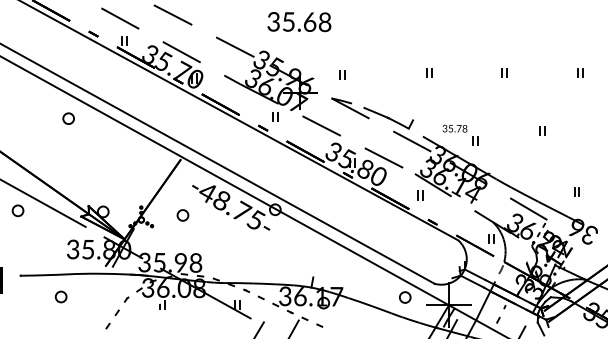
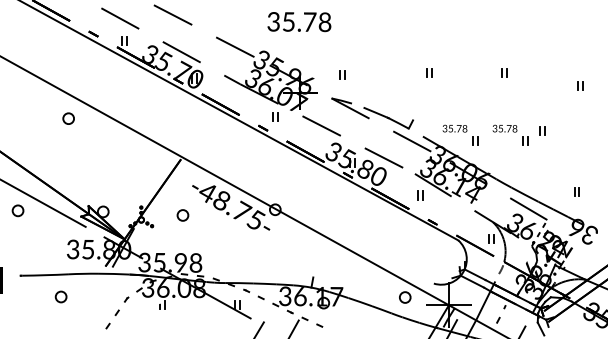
text at (310, 21): 35.68 -> 35.78
part at (580, 72) position: (580, 72) -> (580, 85)
part at (510, 134): none -> present
line at (218, 163): present -> none
